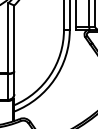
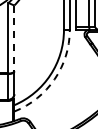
line at (14, 38): solid -> dashed
arc at (54, 79): solid -> dashed
